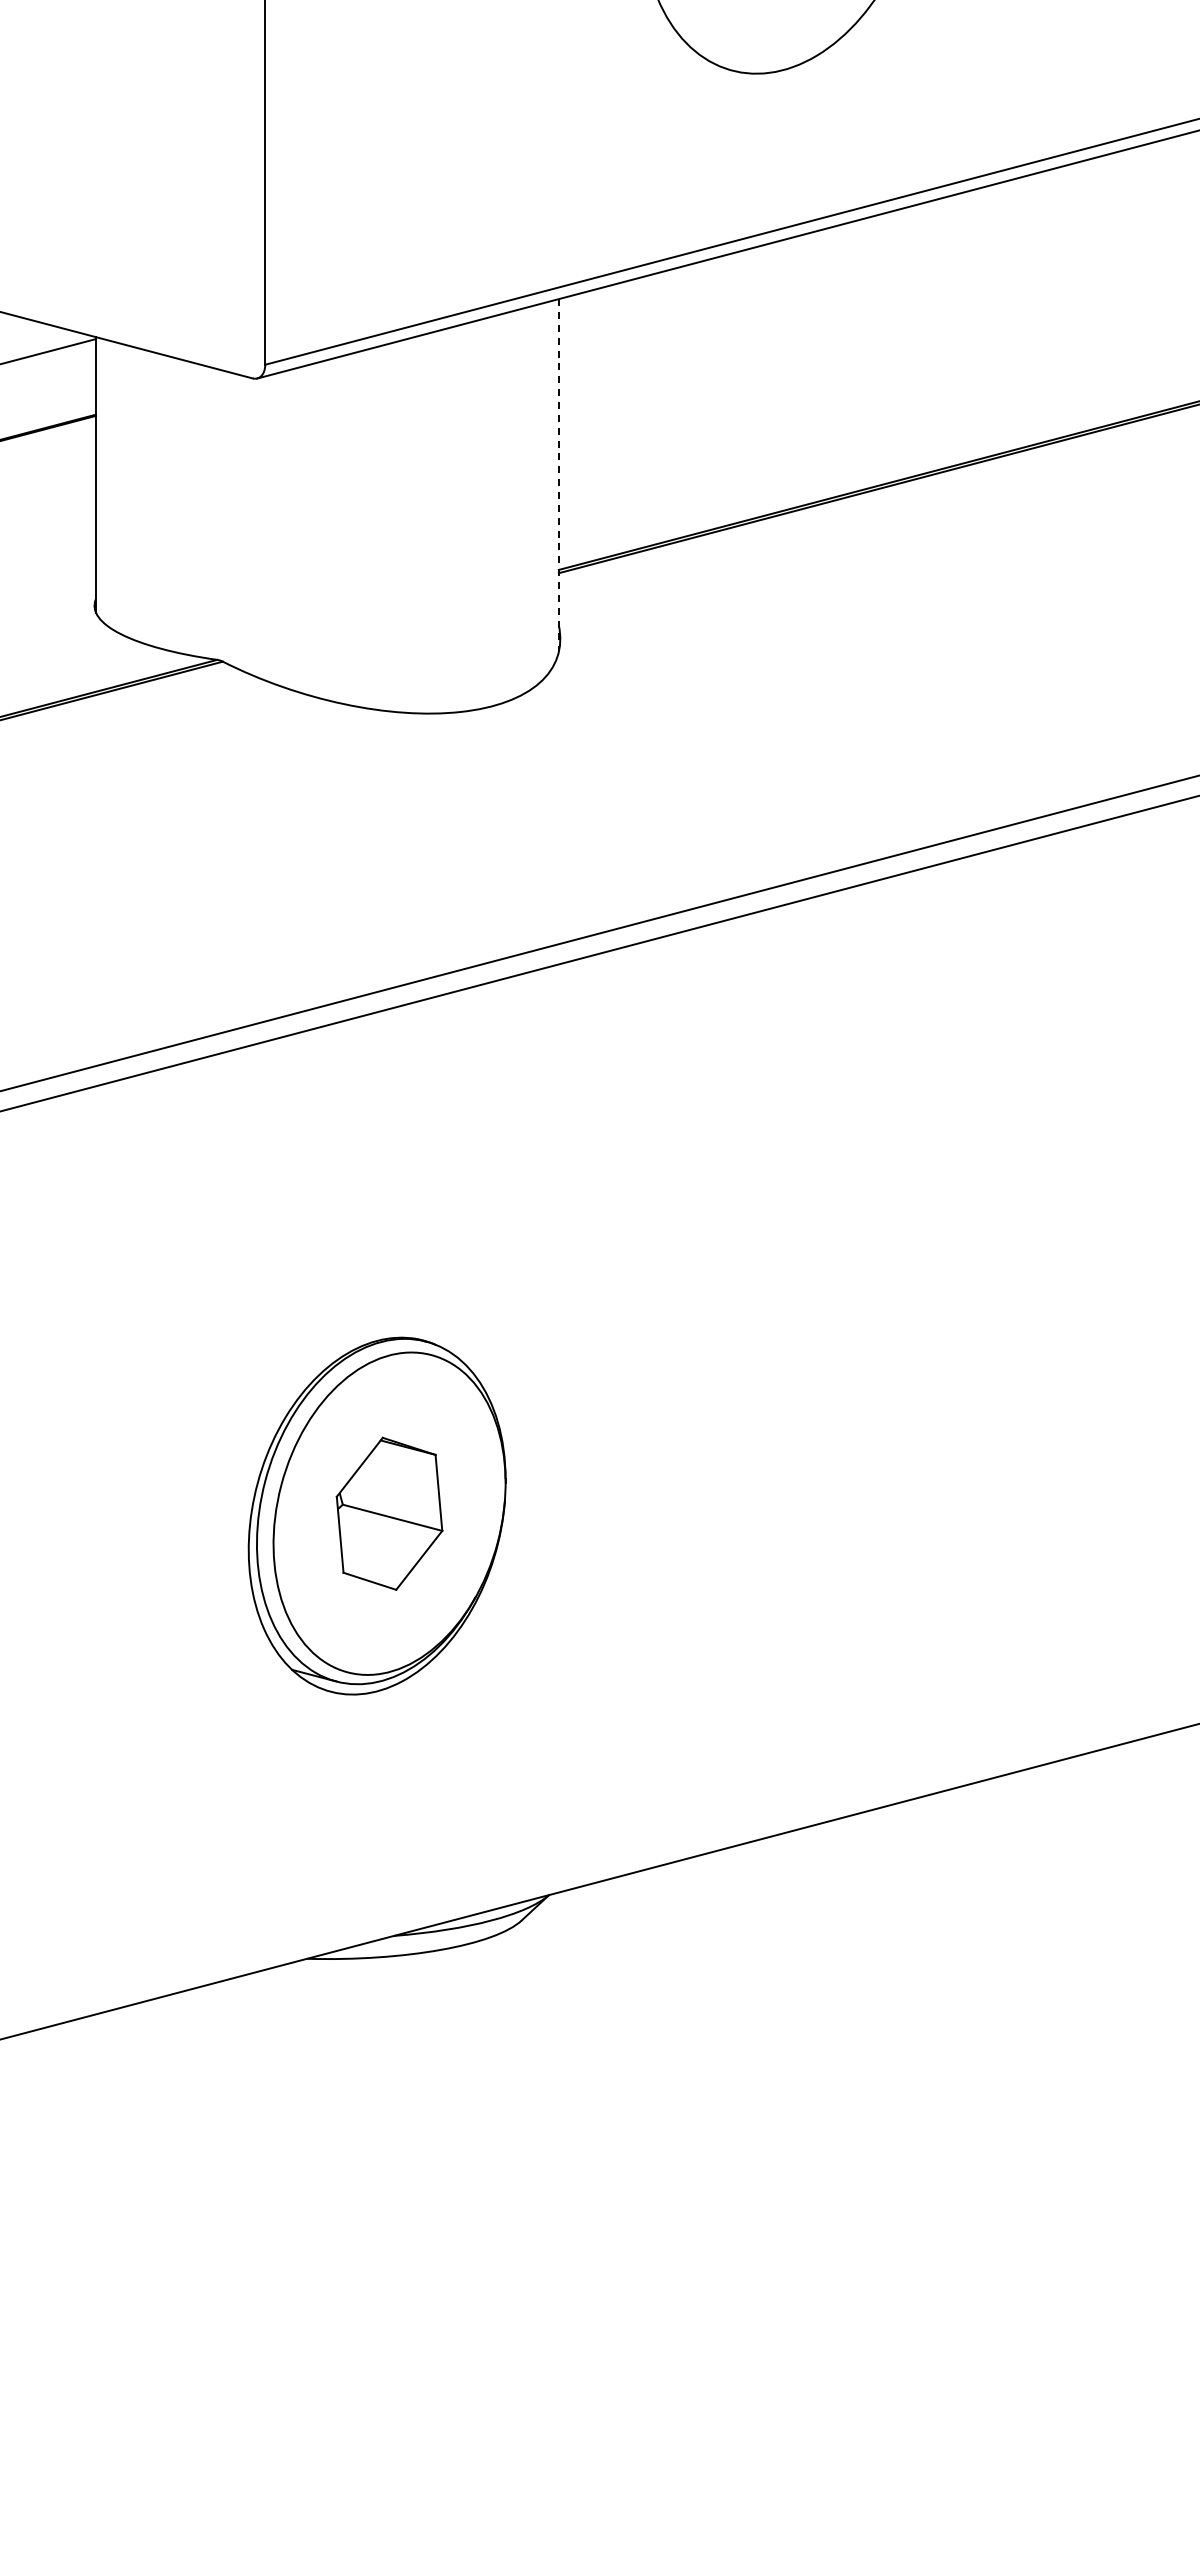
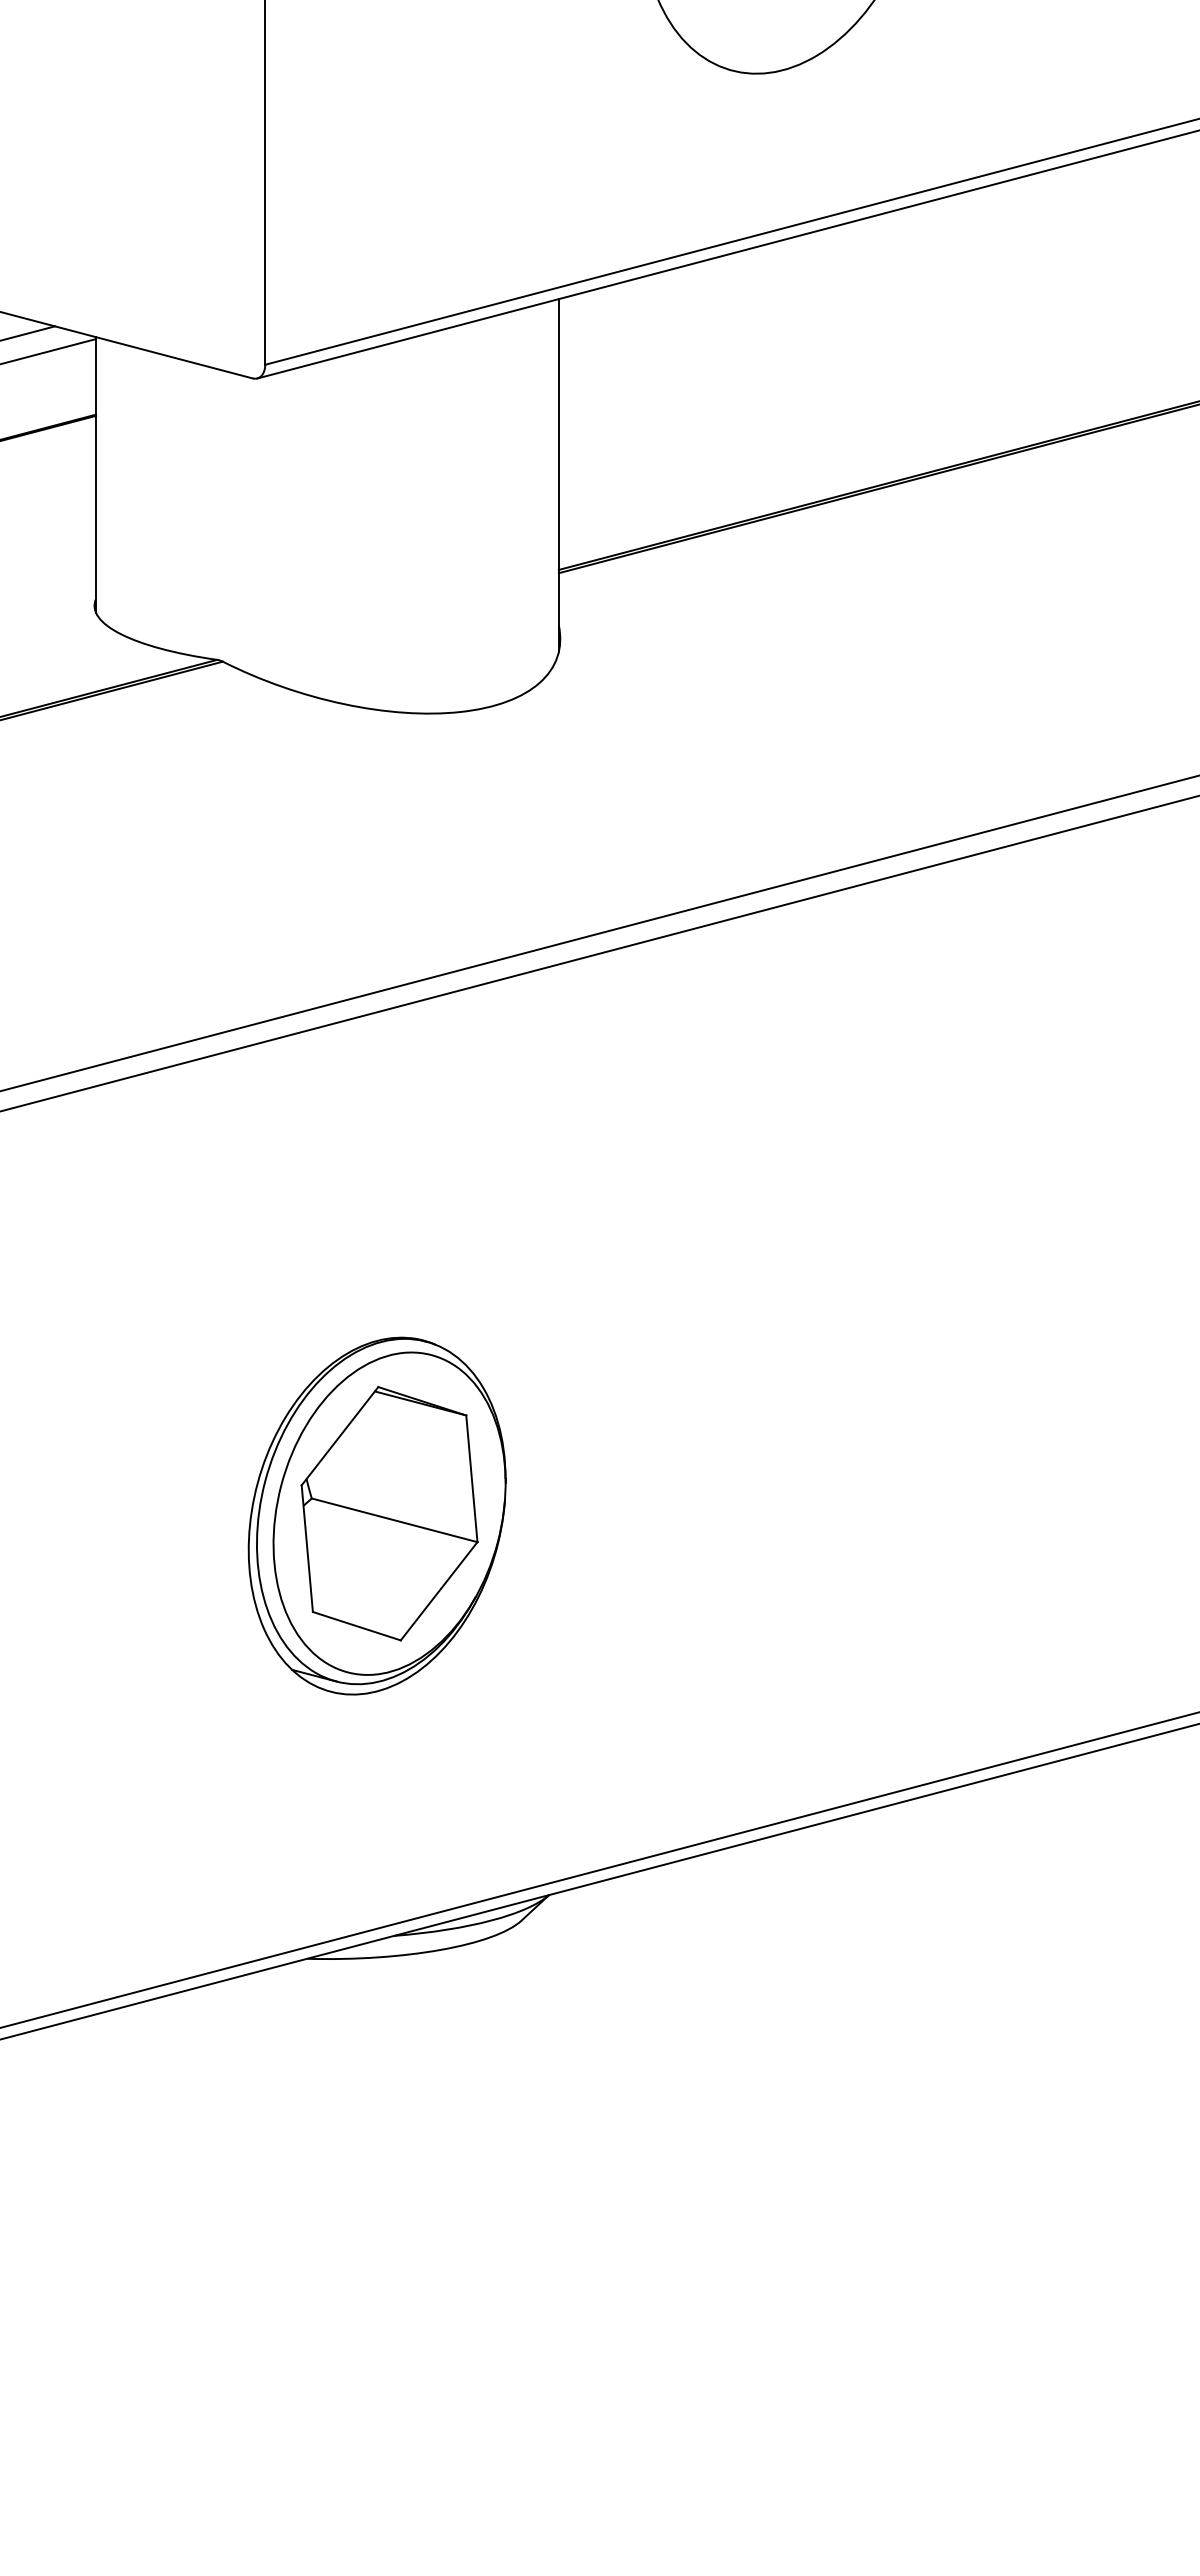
line at (28, 333): none -> present
line at (558, 476): dashed -> solid
part at (389, 1513) size: 109x155 px -> 179x256 px
line at (599, 1869): none -> present
